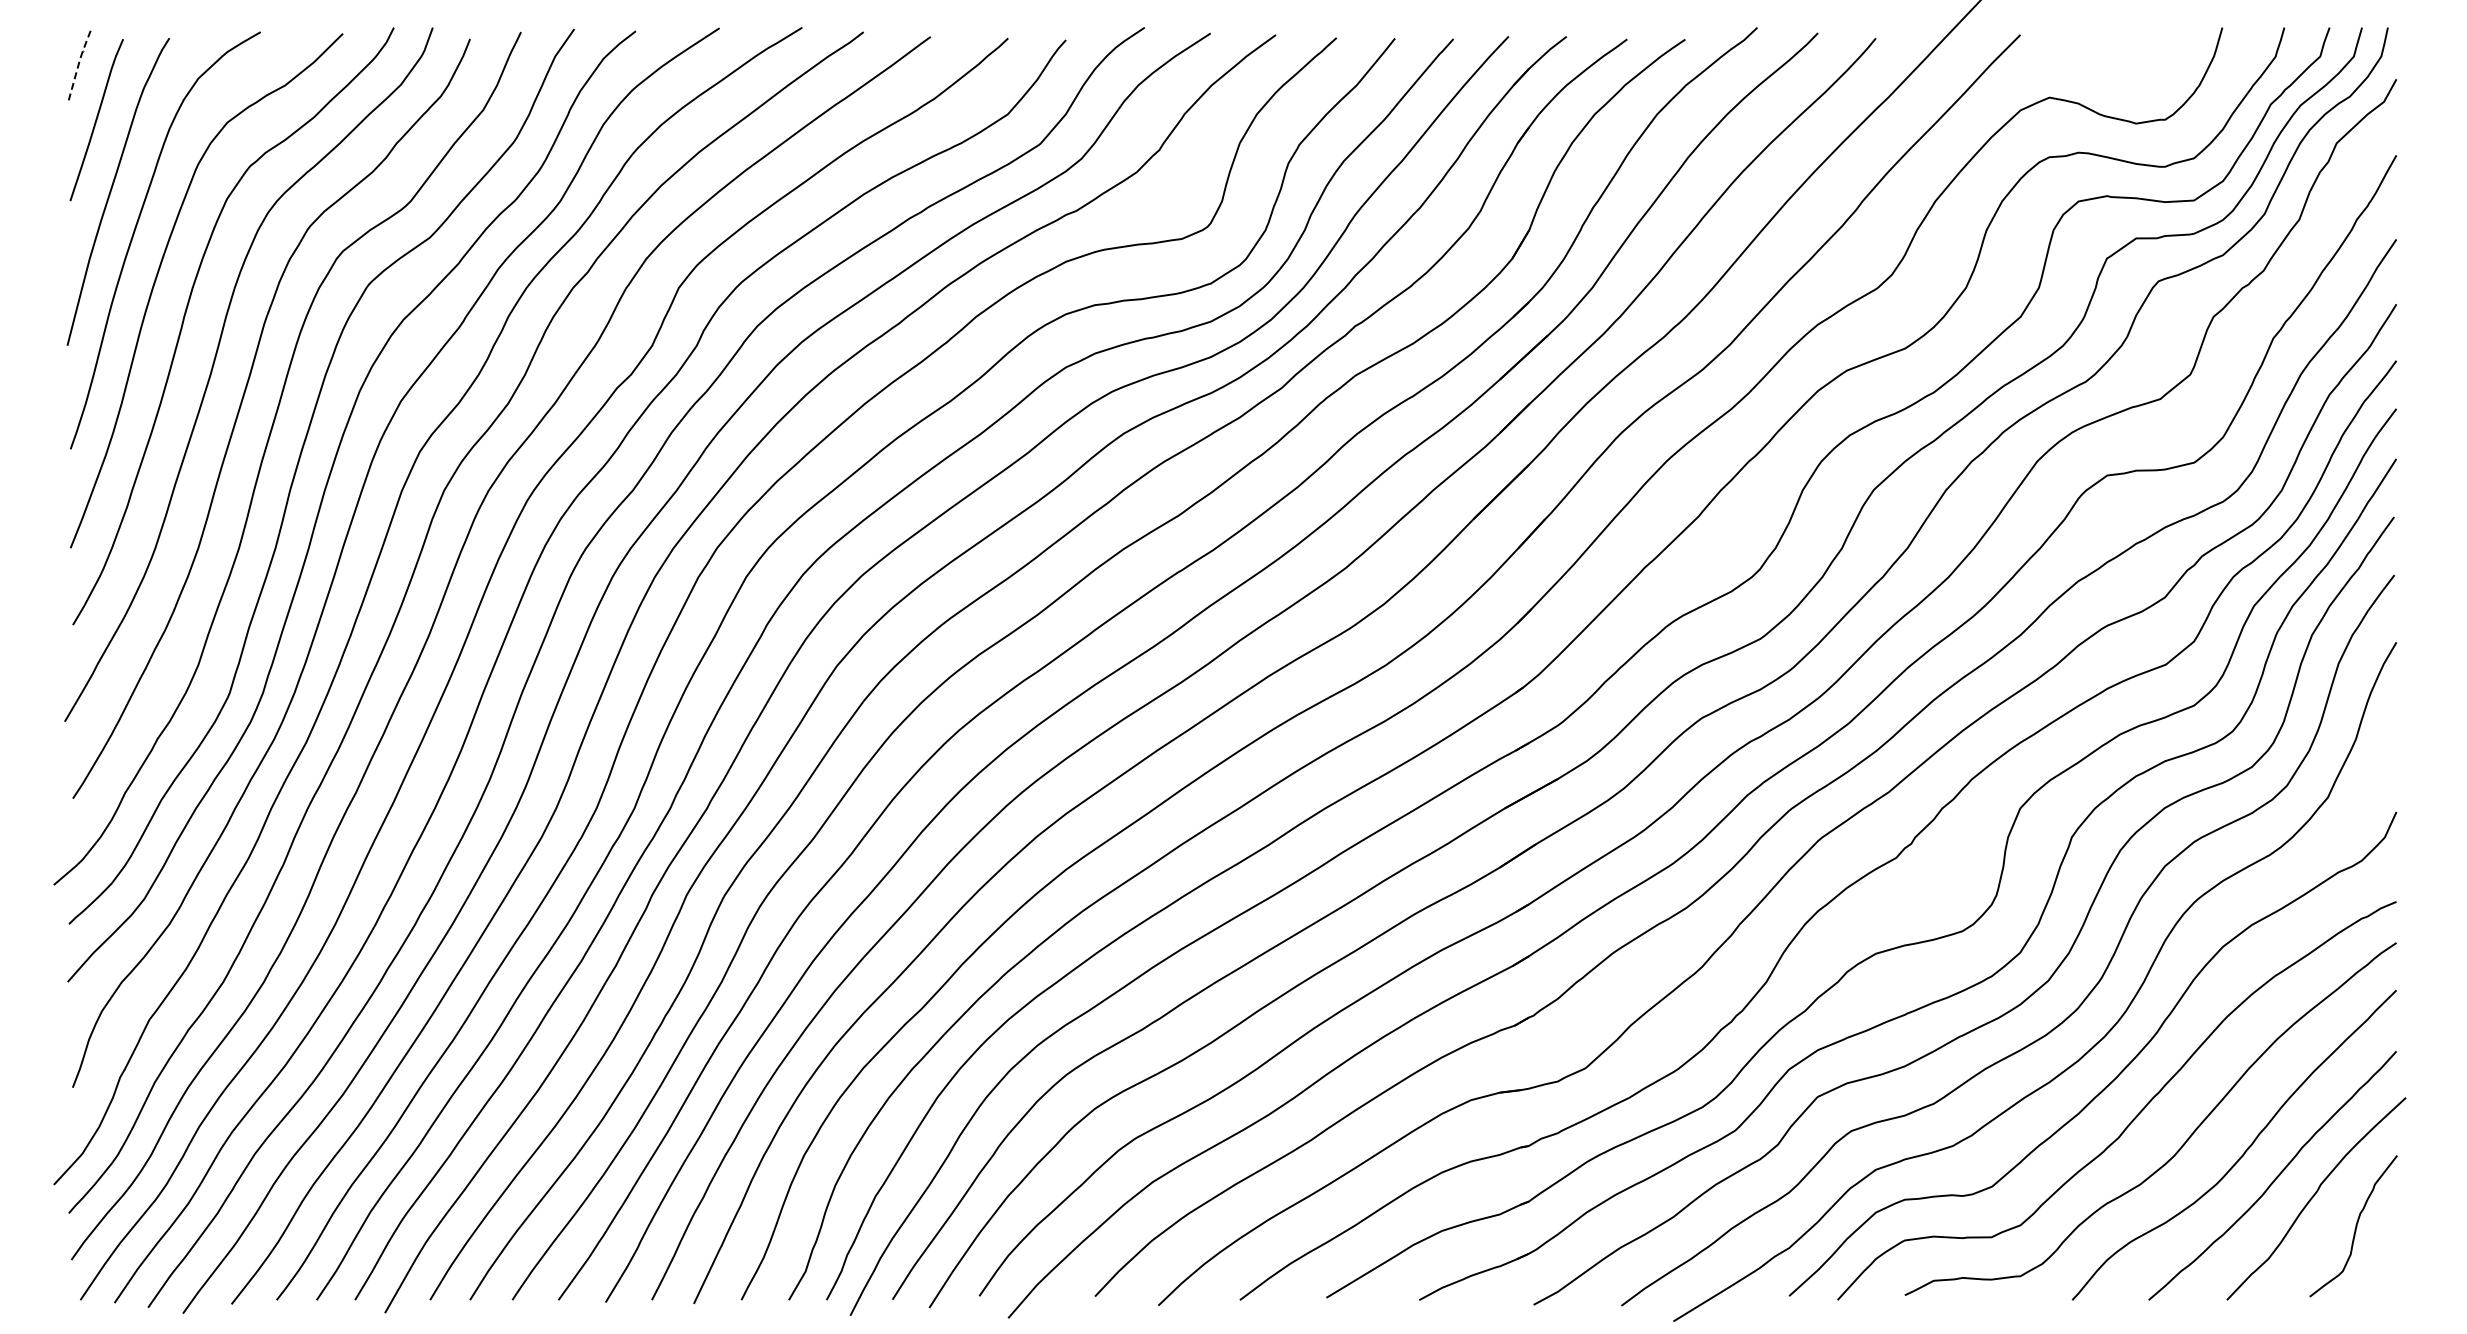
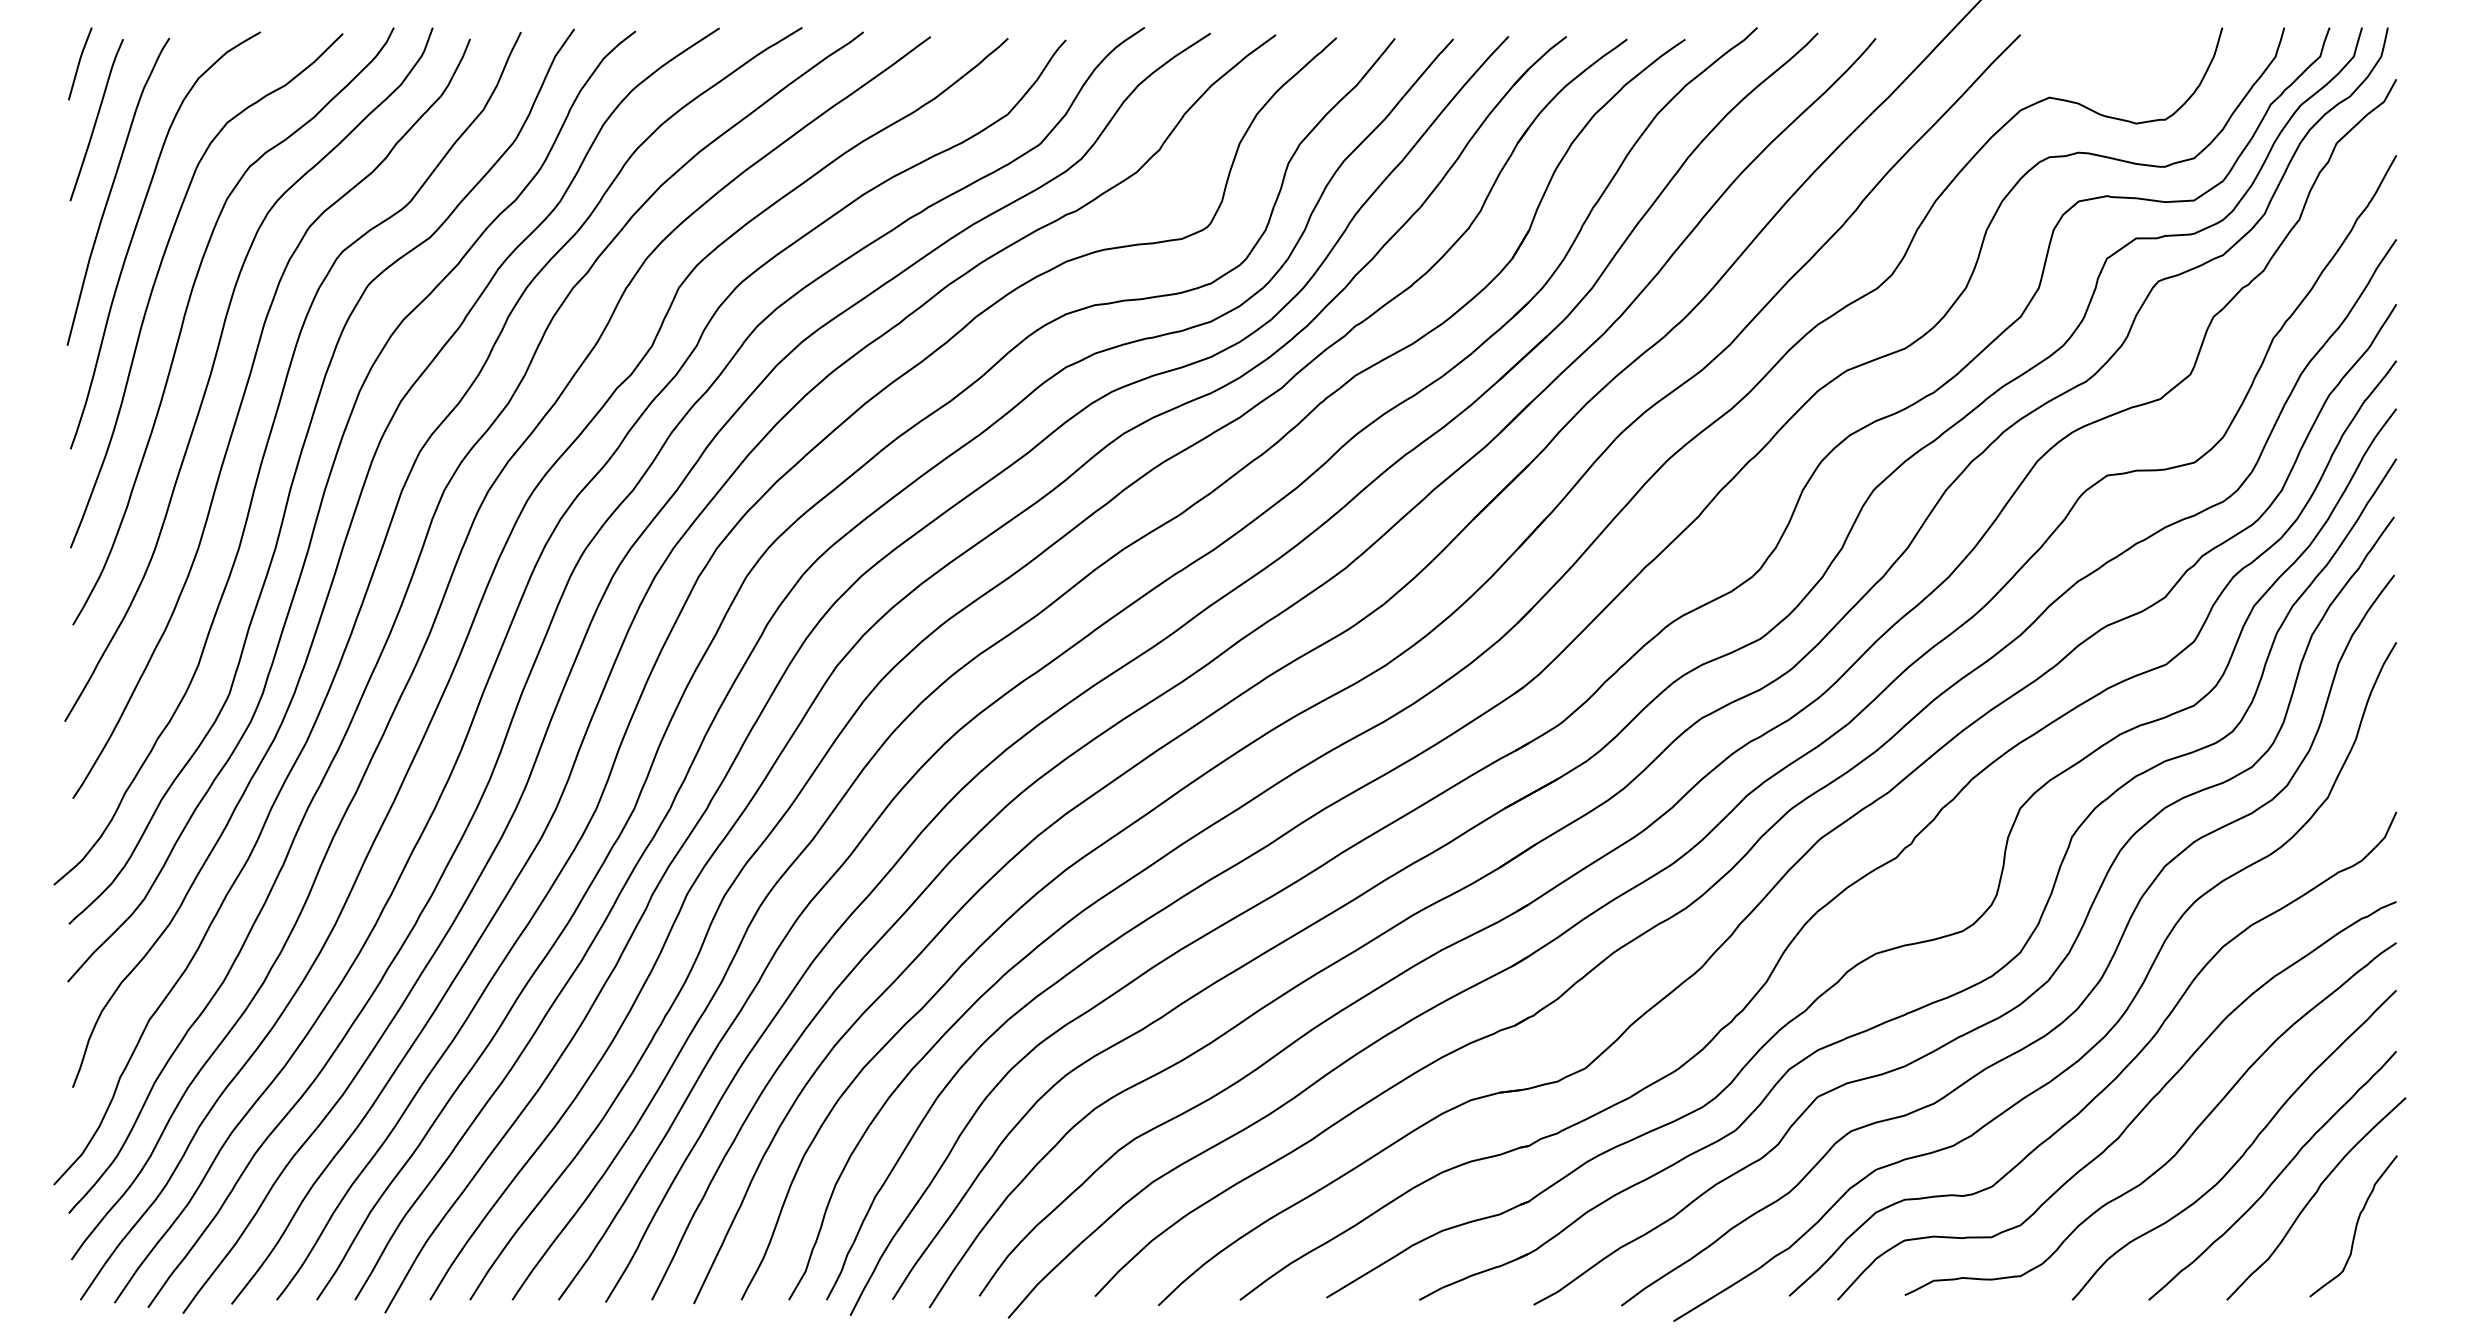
line at (79, 62): dashed -> solid
